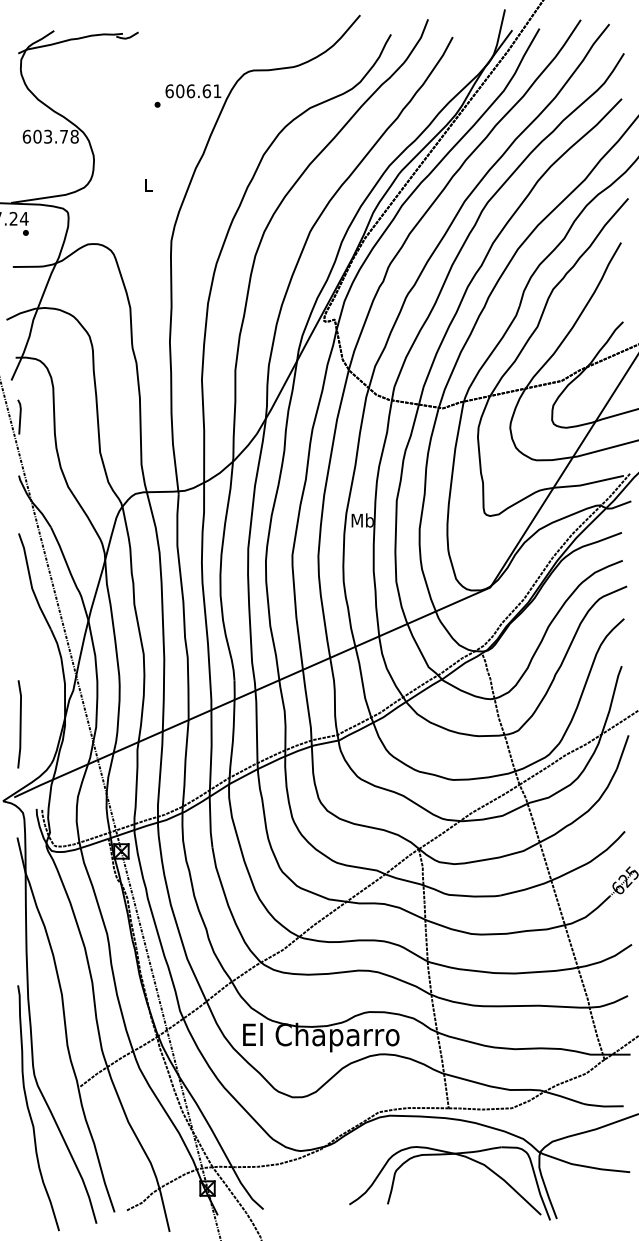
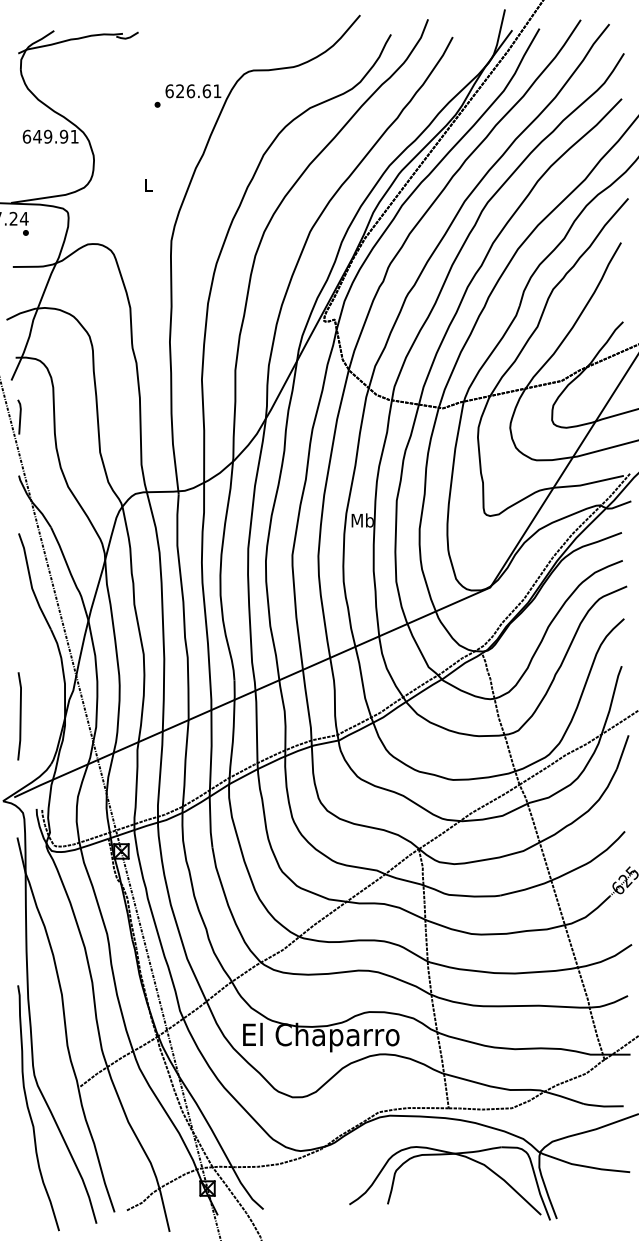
text at (180, 91): 606.61 -> 626.61
text at (55, 136): 603.78 -> 649.91
line at (19, 724) position: (19, 724) -> (19, 716)
